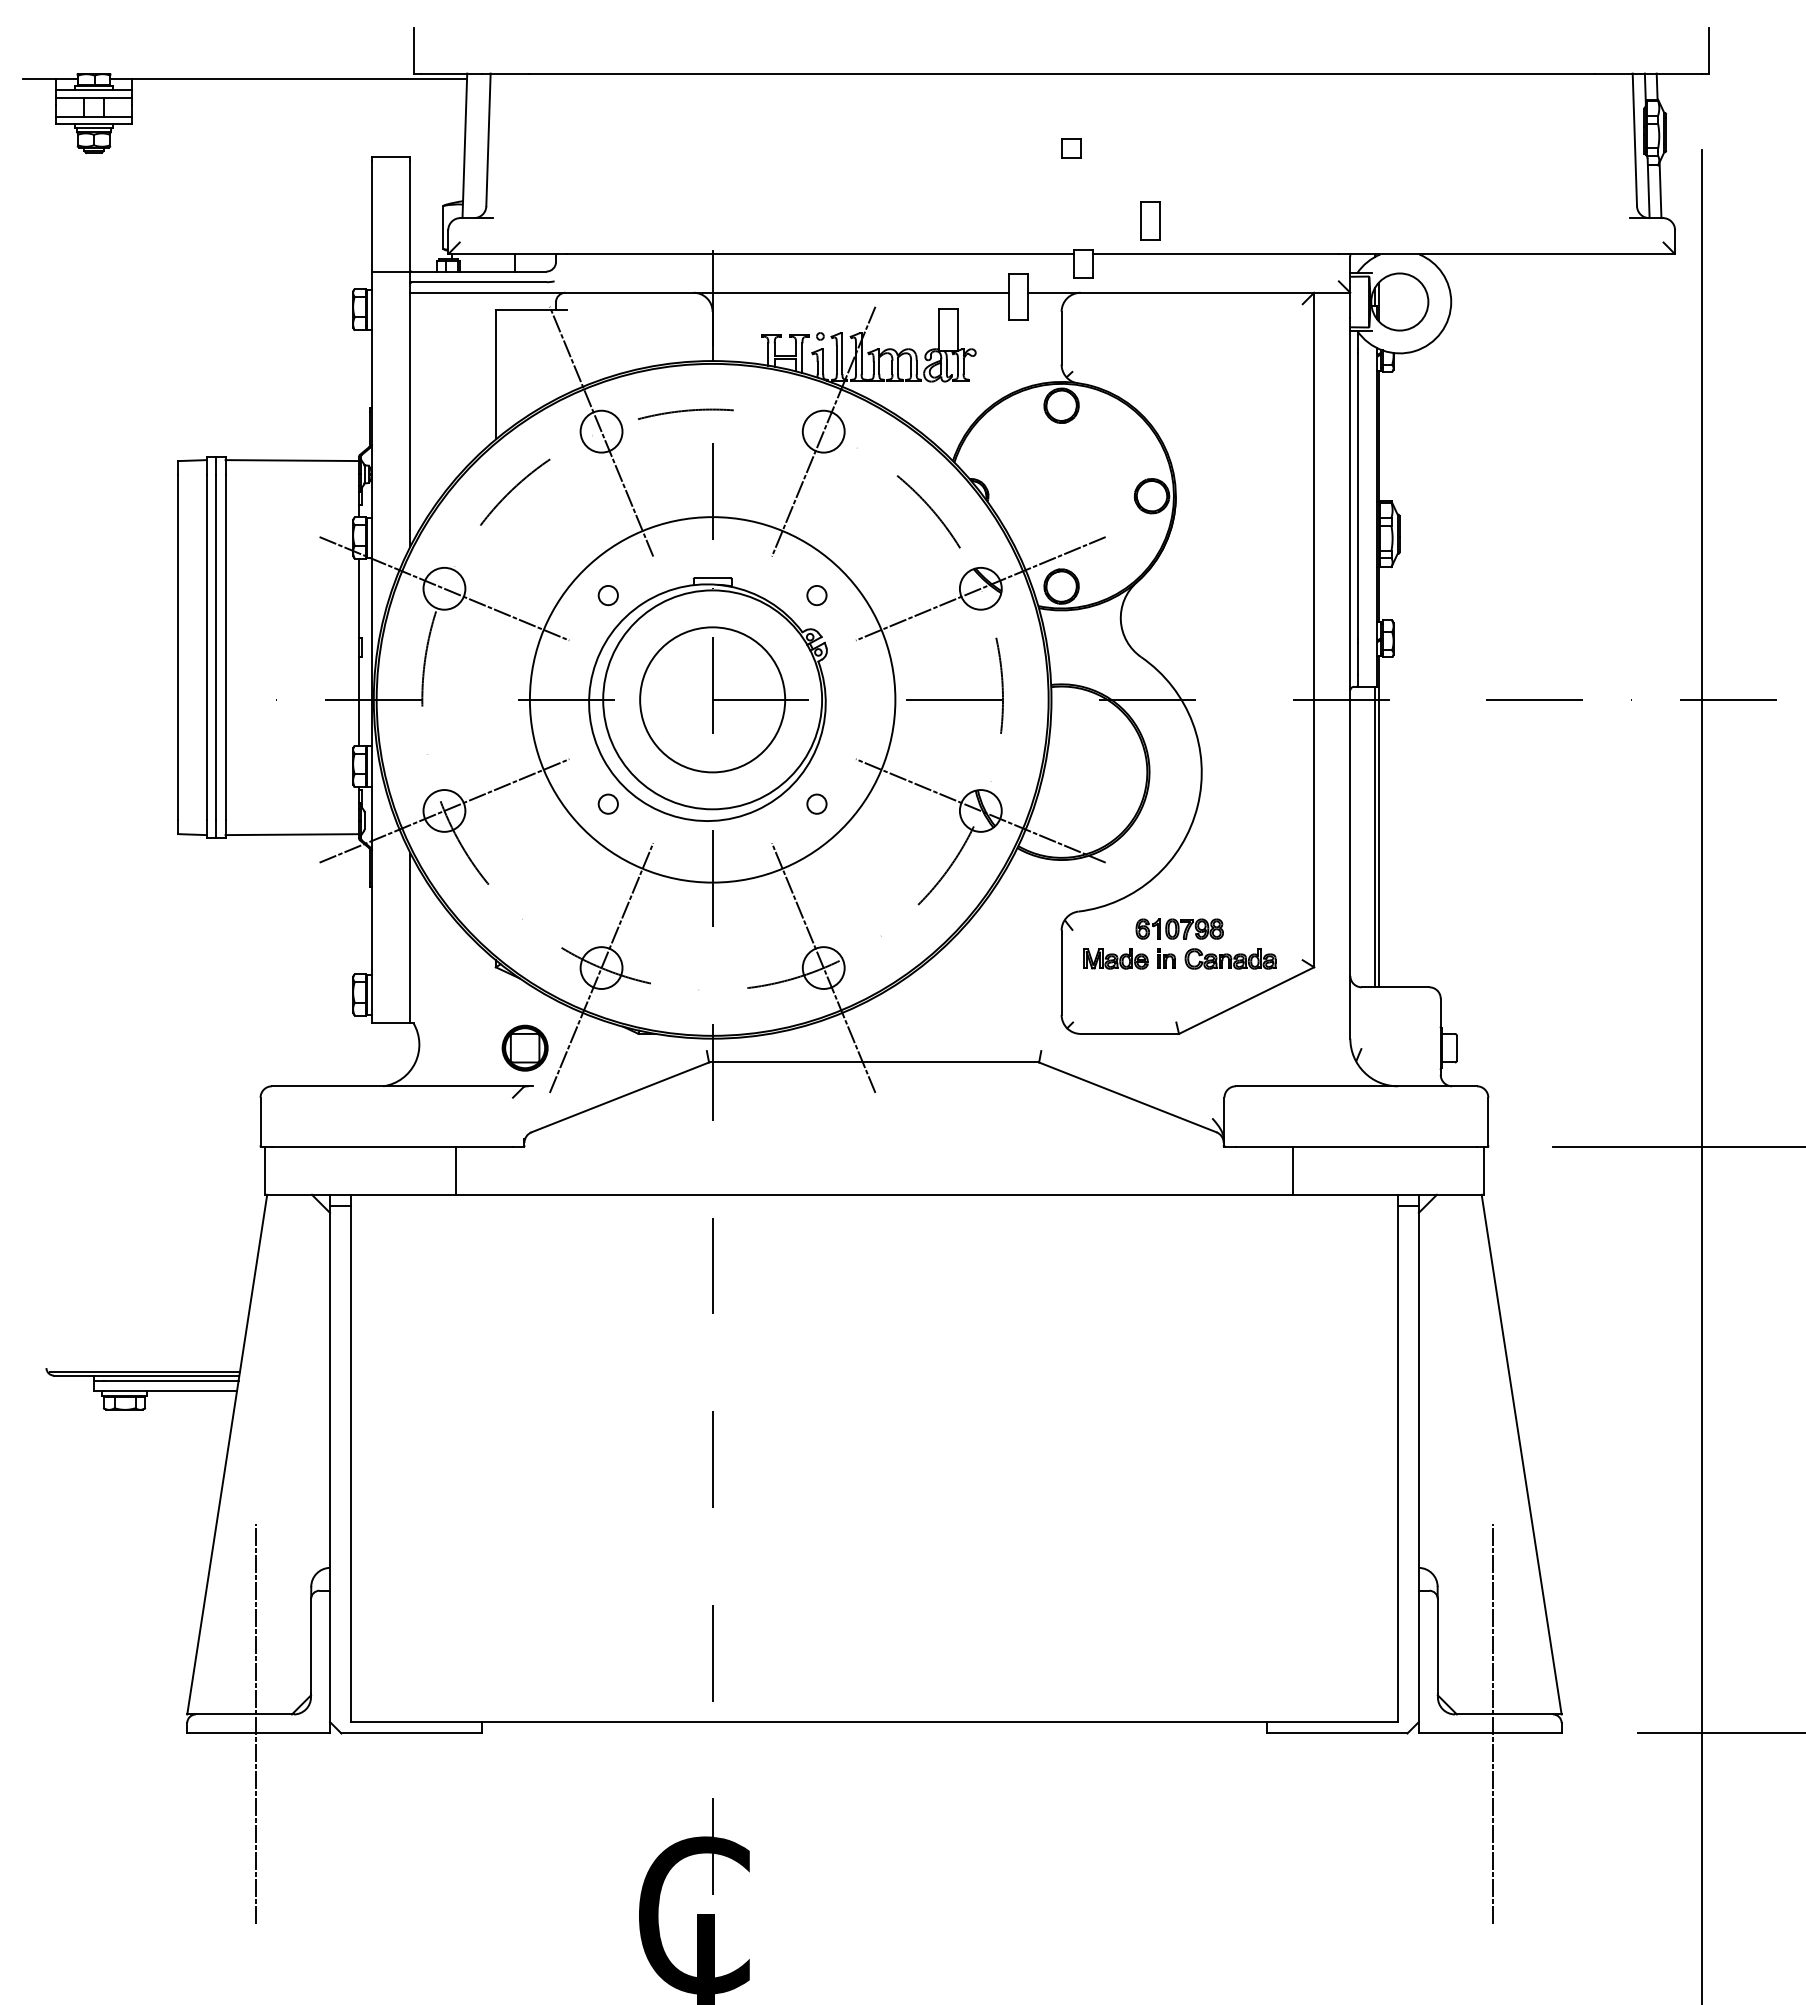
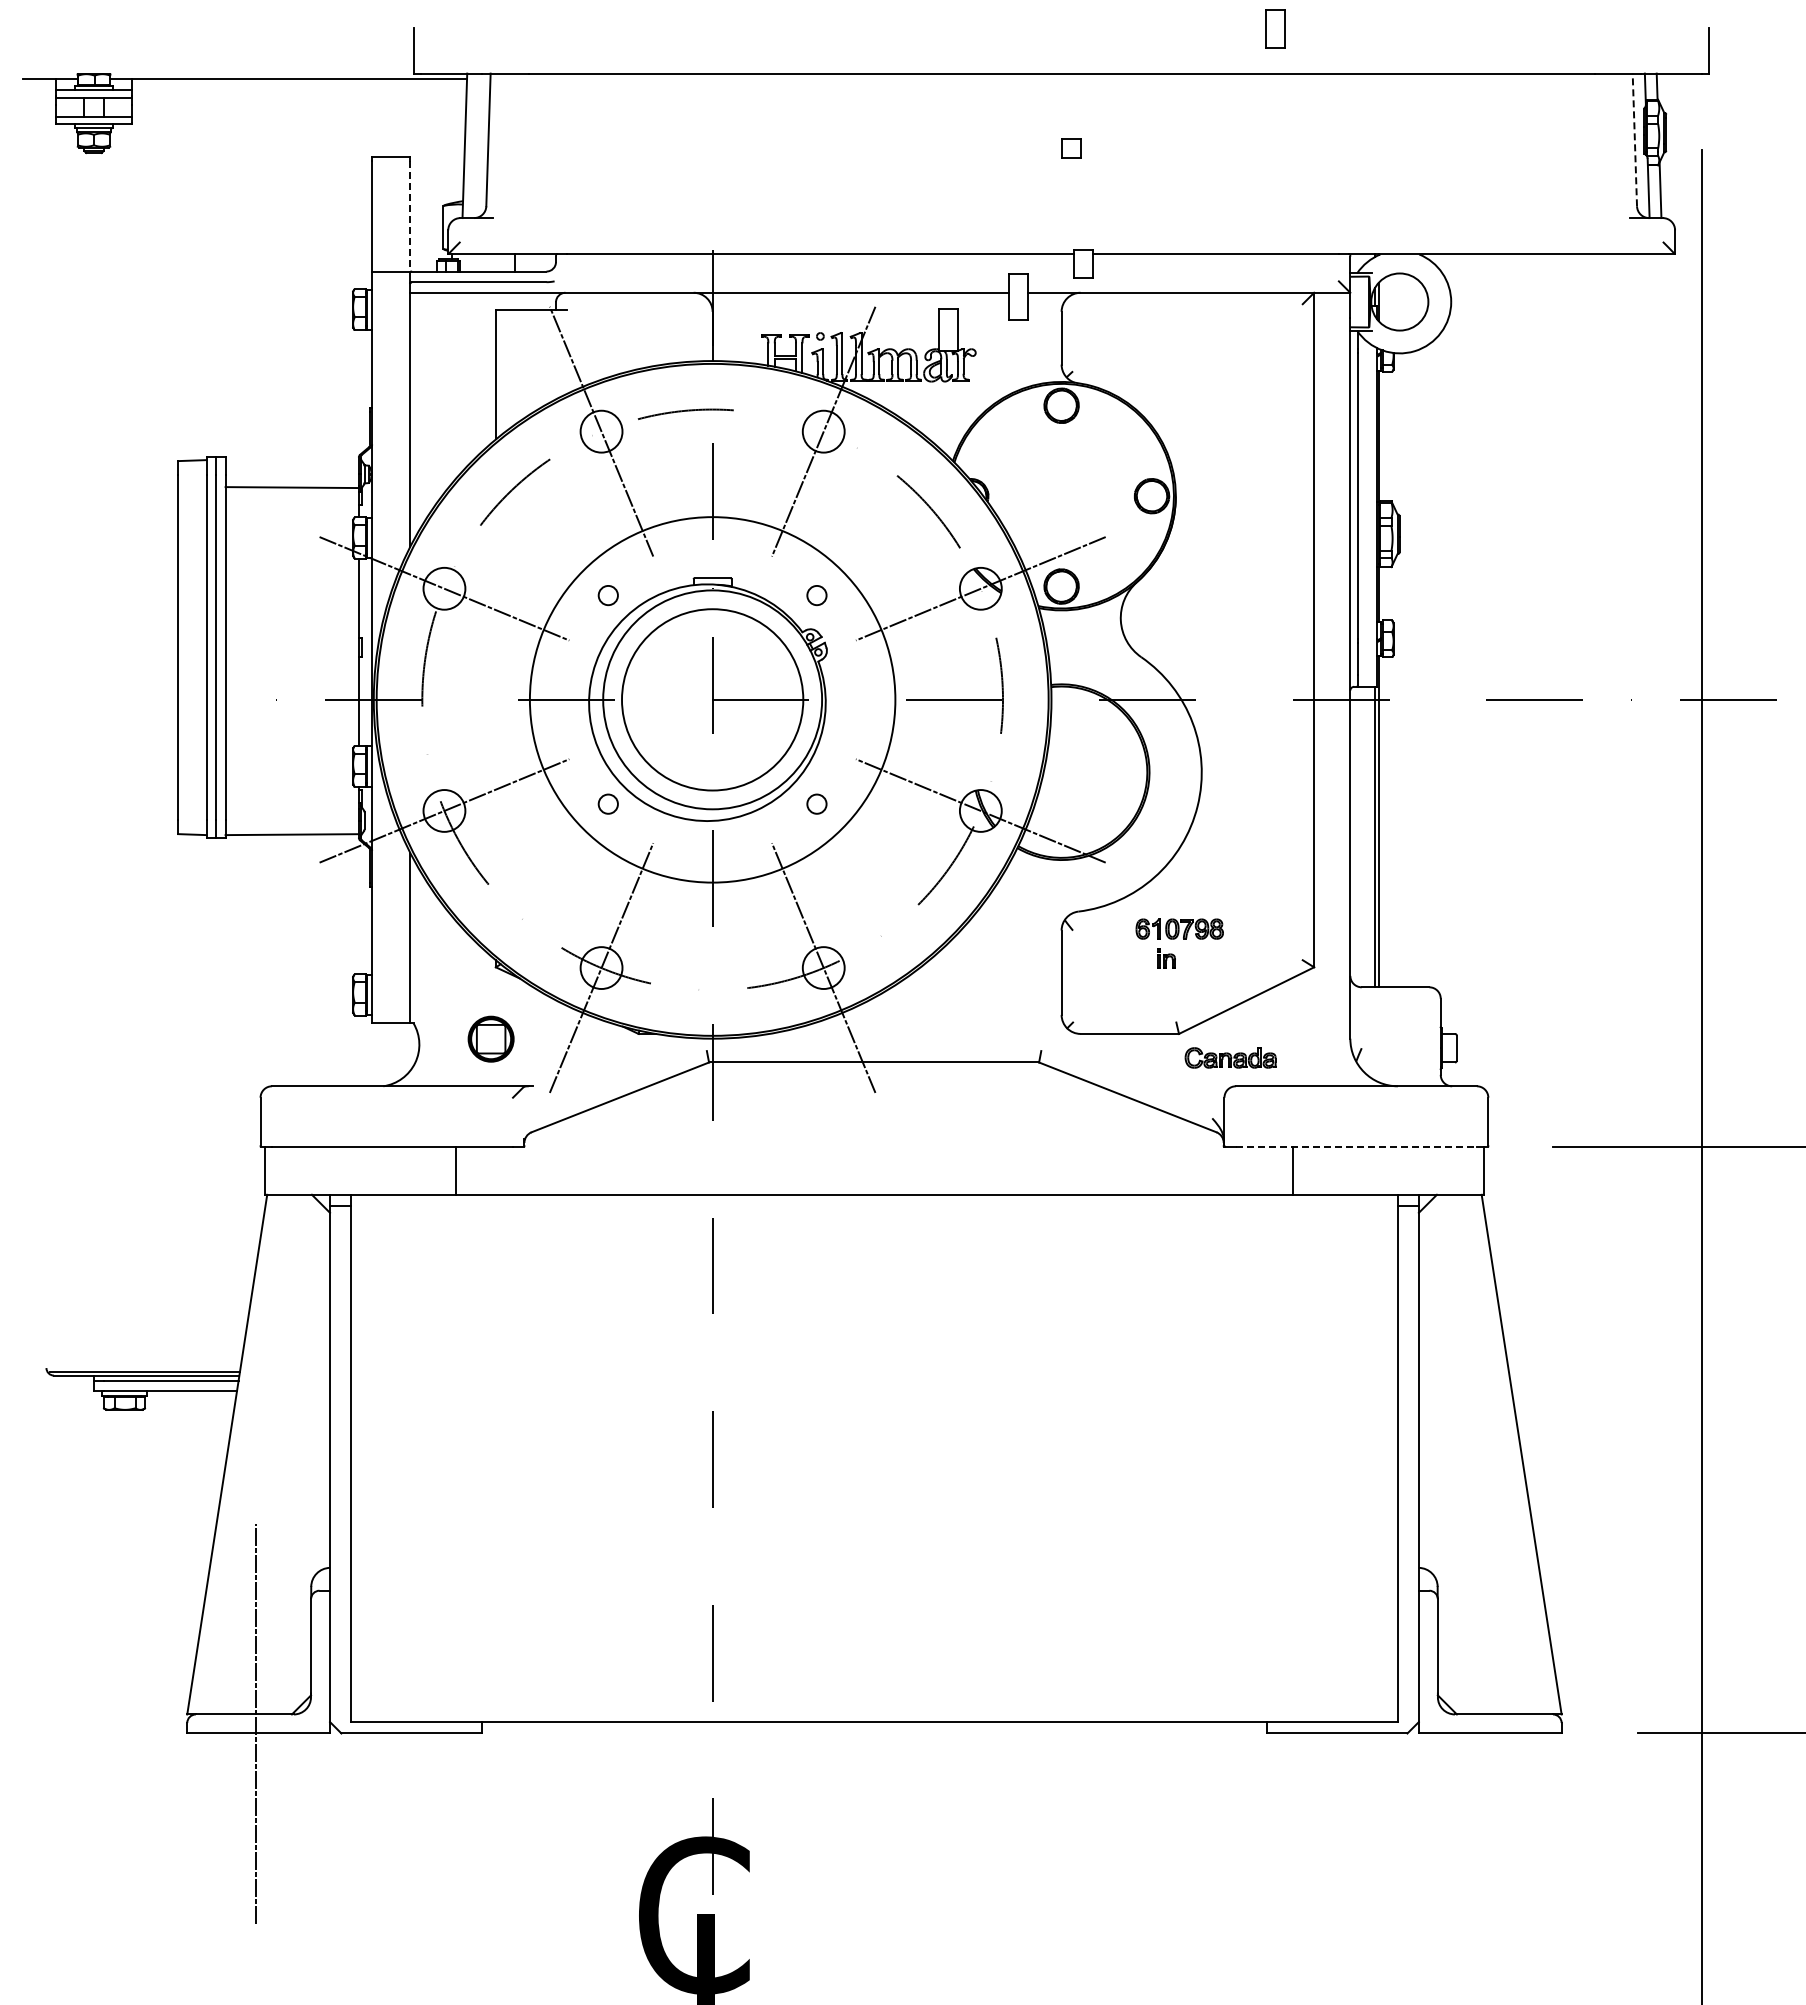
line at (1634, 139): solid -> dashed
line at (410, 216): solid -> dashed
part at (1150, 220) position: (1150, 220) -> (1275, 28)
line at (291, 460) position: (291, 460) -> (291, 487)
circle at (712, 699) diameter: 145 px -> 181 px
part at (1115, 958): present -> none
part at (1230, 958) position: (1230, 958) -> (1230, 1057)
part at (524, 1047) position: (524, 1047) -> (490, 1038)
line at (1356, 1147): solid -> dashed
line at (1493, 1723): present -> none
